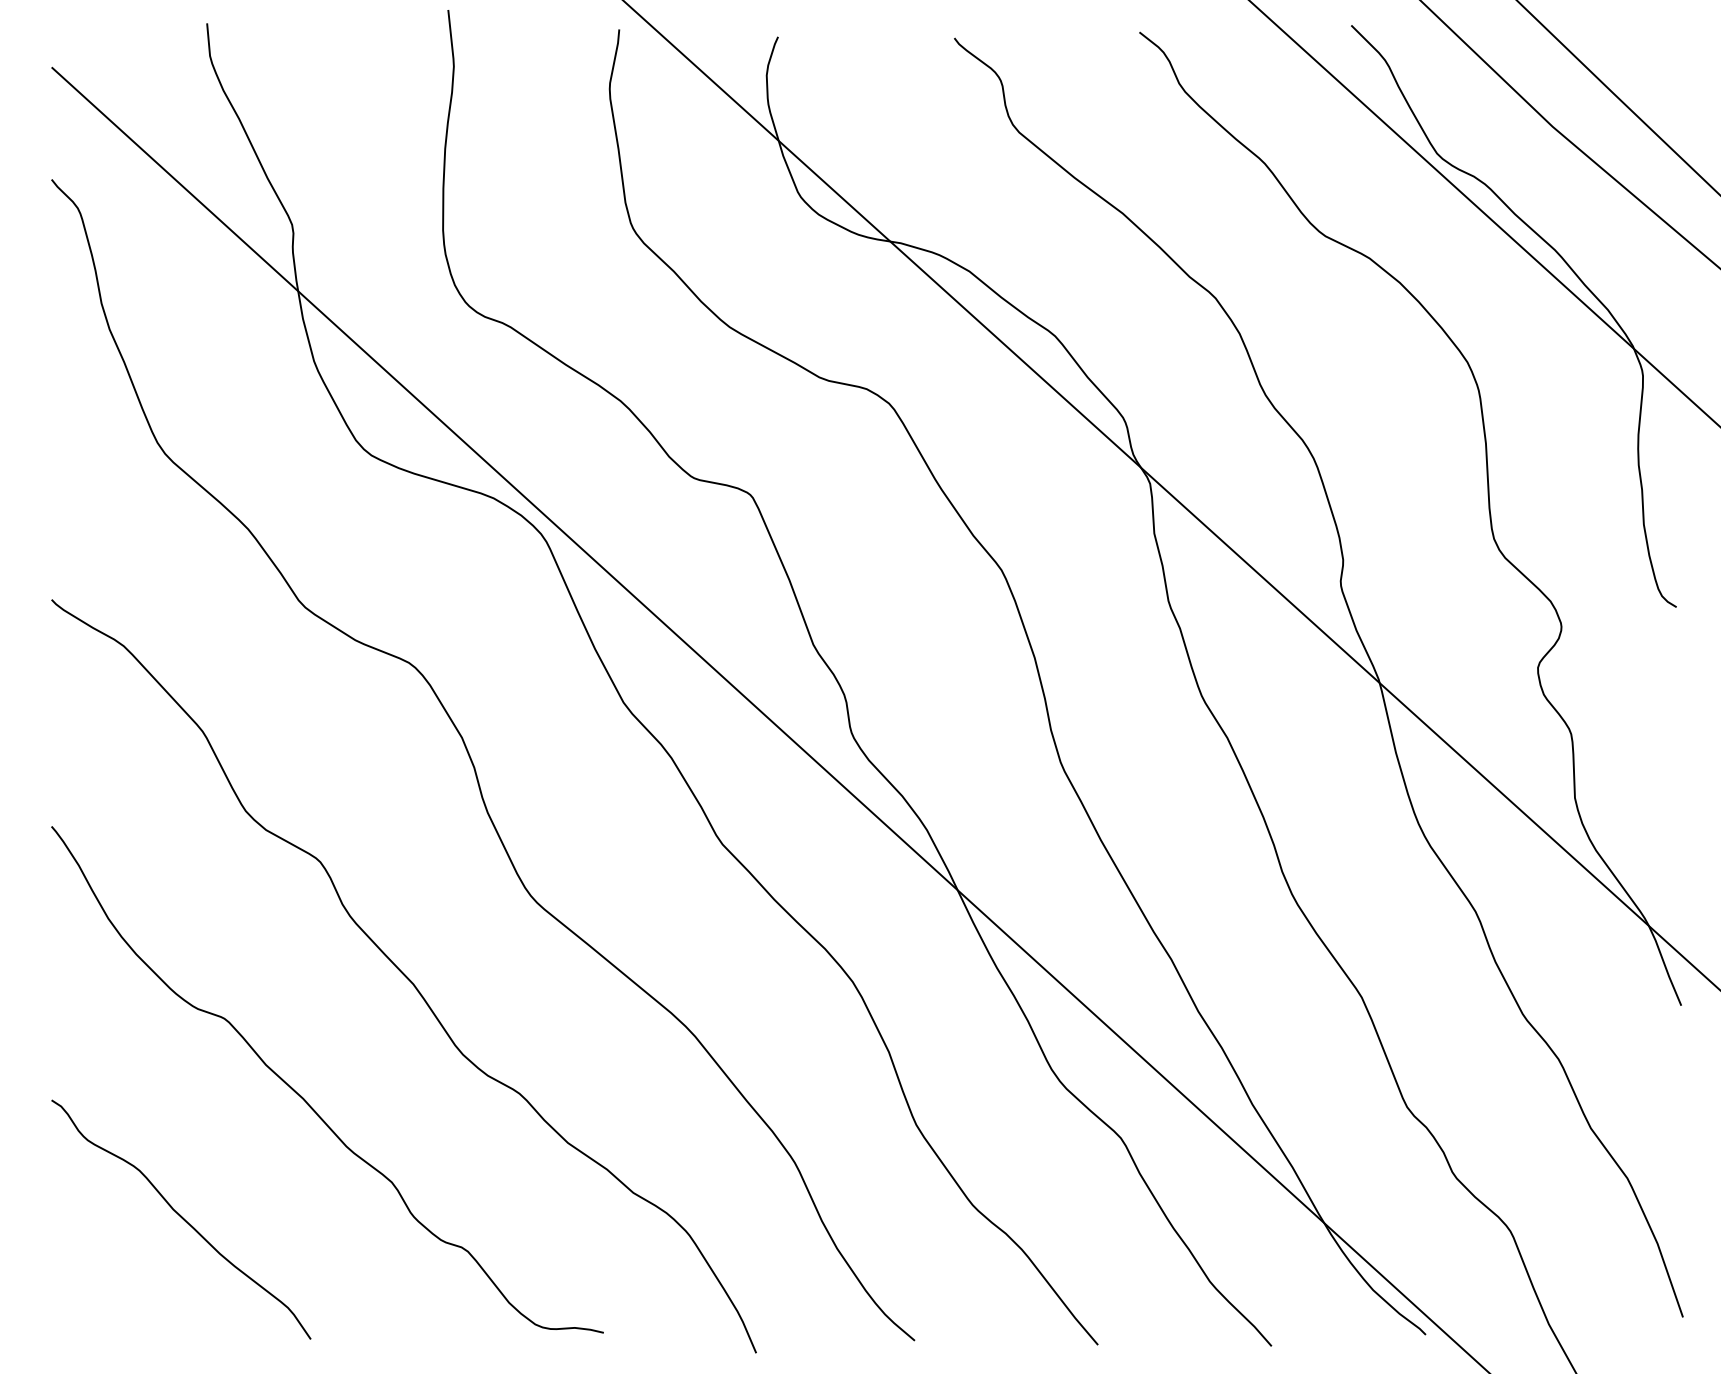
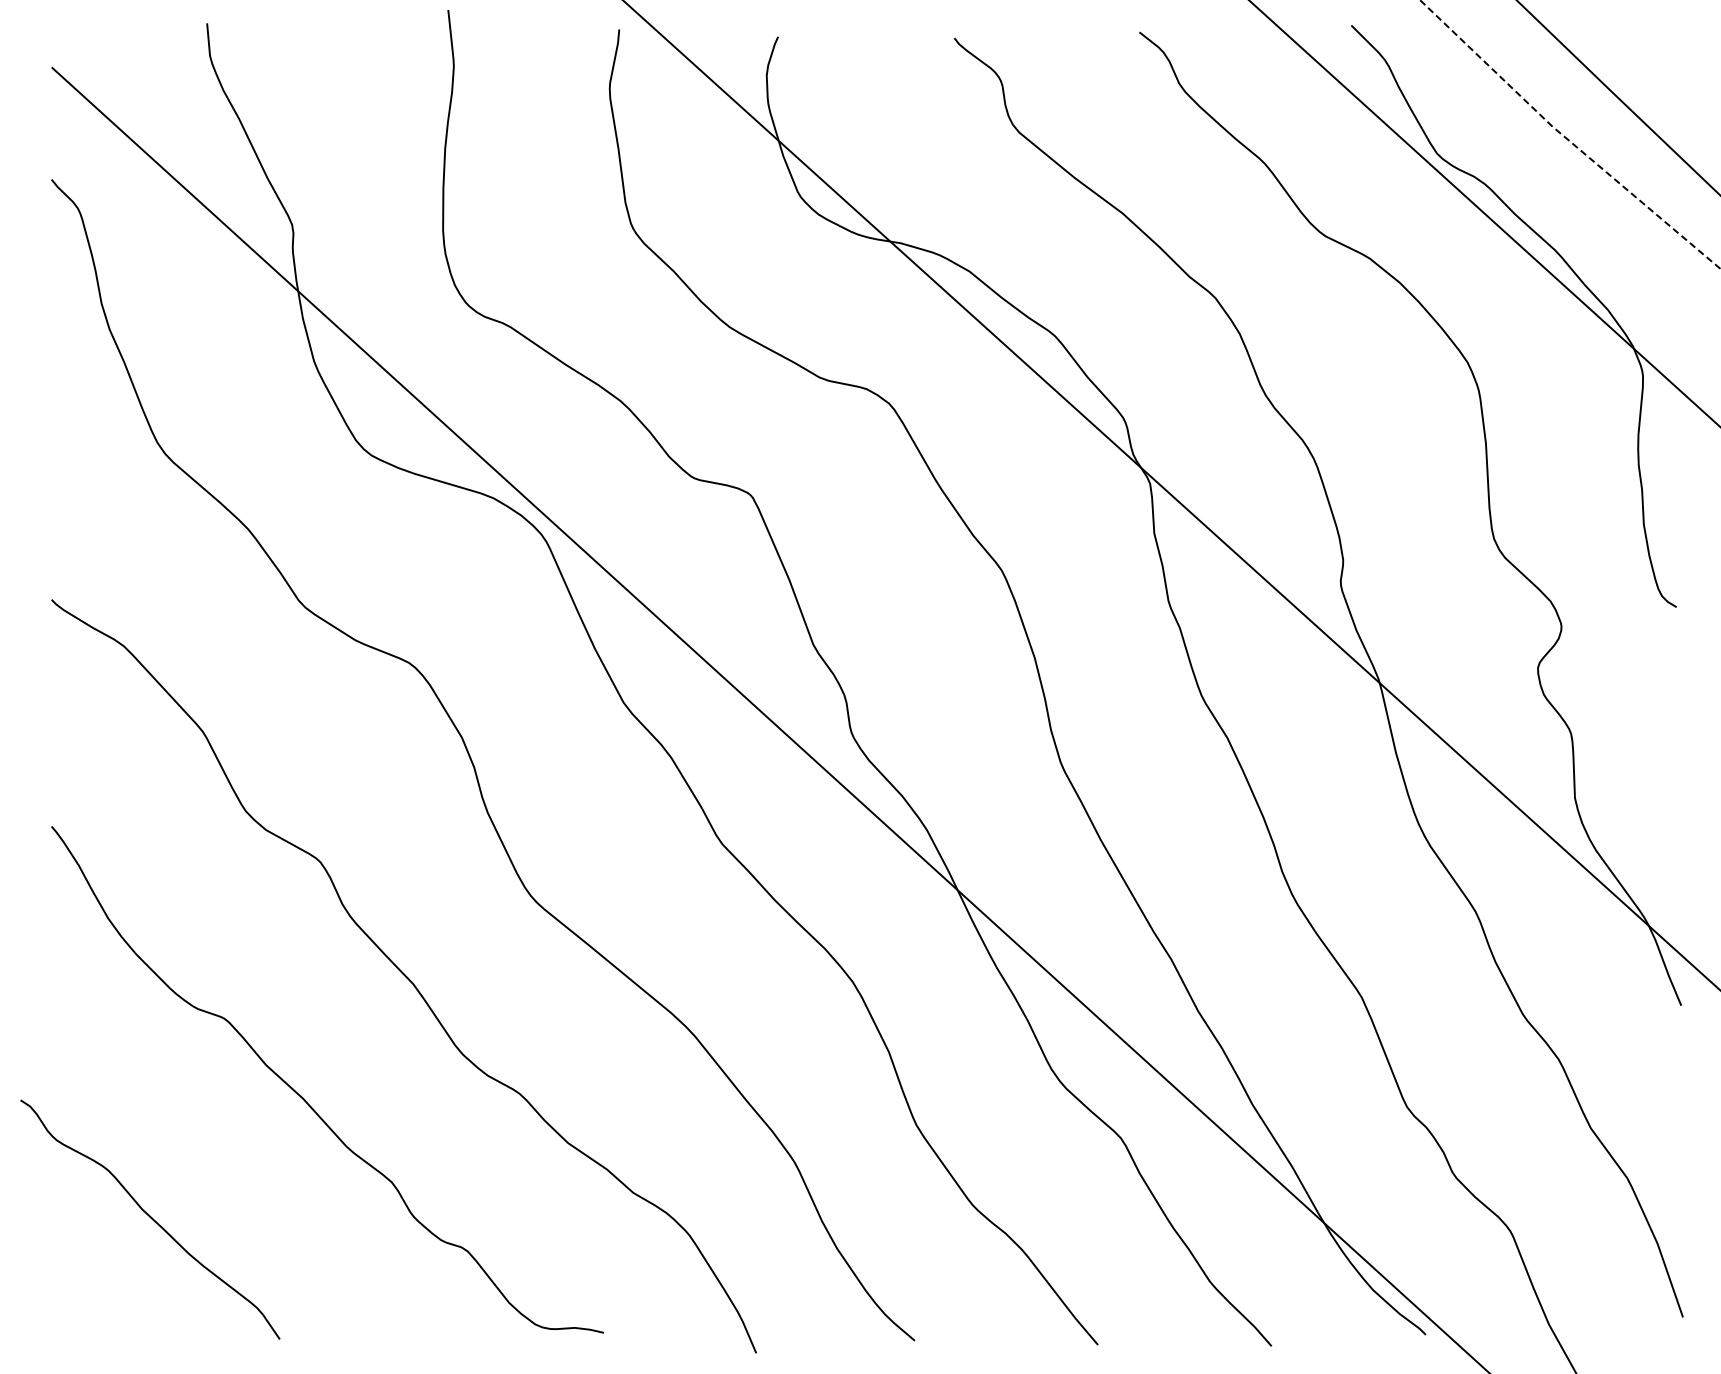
line at (1565, 137): solid -> dashed
curve at (181, 1218) position: (181, 1218) -> (150, 1218)
